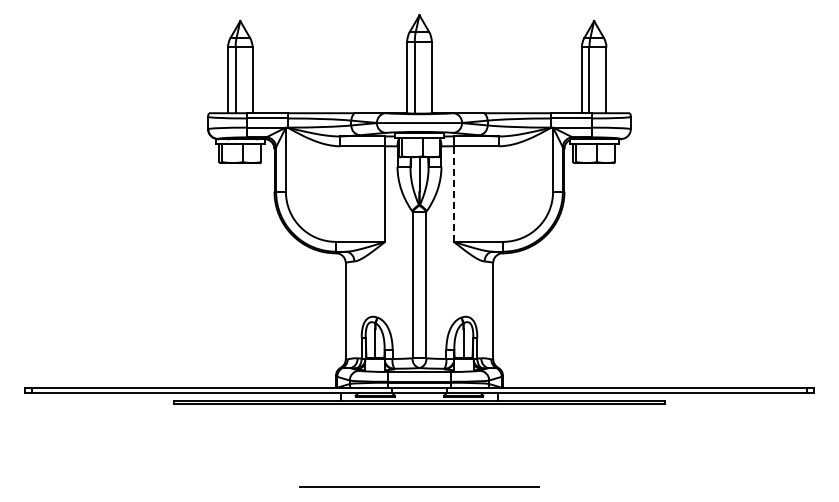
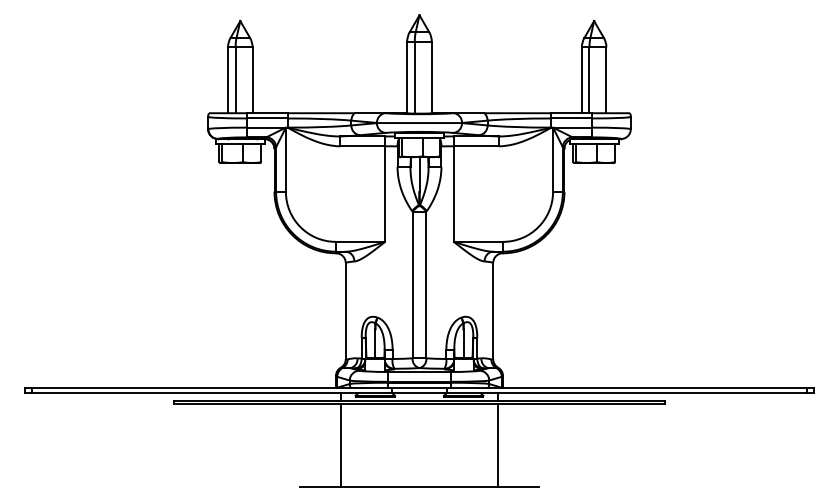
line at (453, 194): dashed -> solid
line at (341, 445): none -> present
line at (498, 445): none -> present
